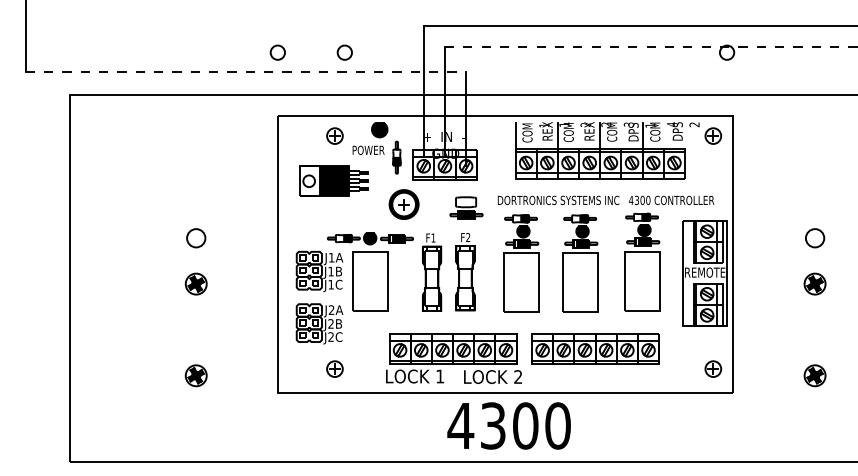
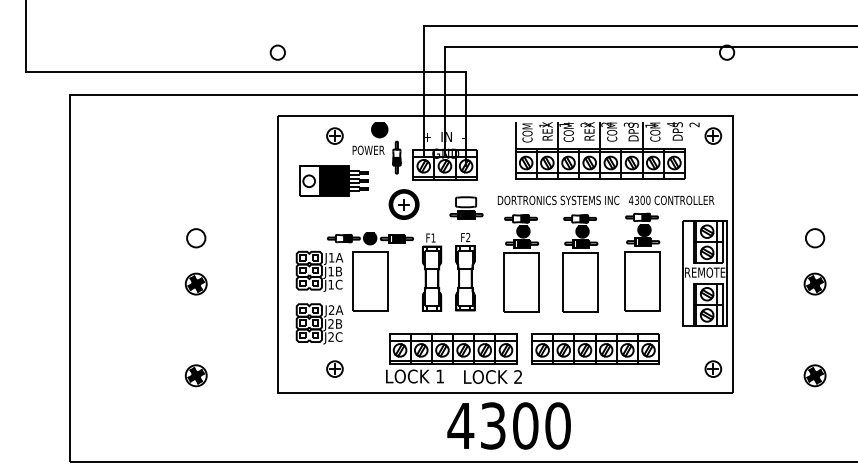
line at (651, 46): dashed -> solid
circle at (344, 52): present -> none
line at (246, 72): dashed -> solid
